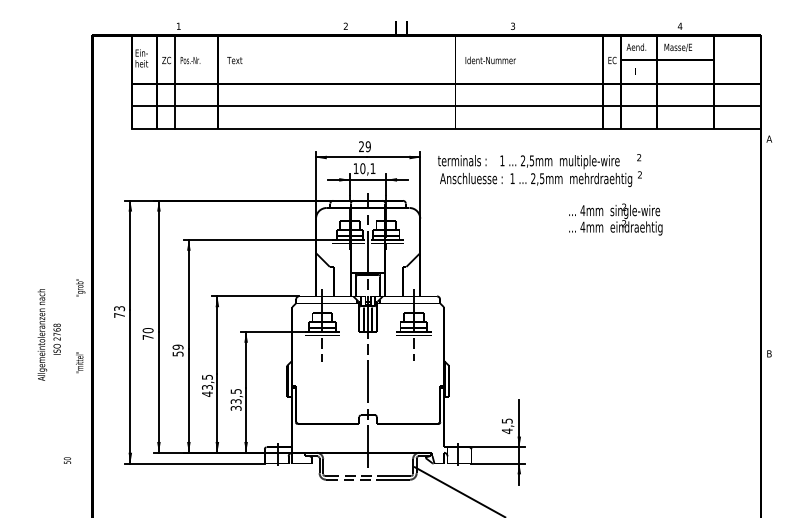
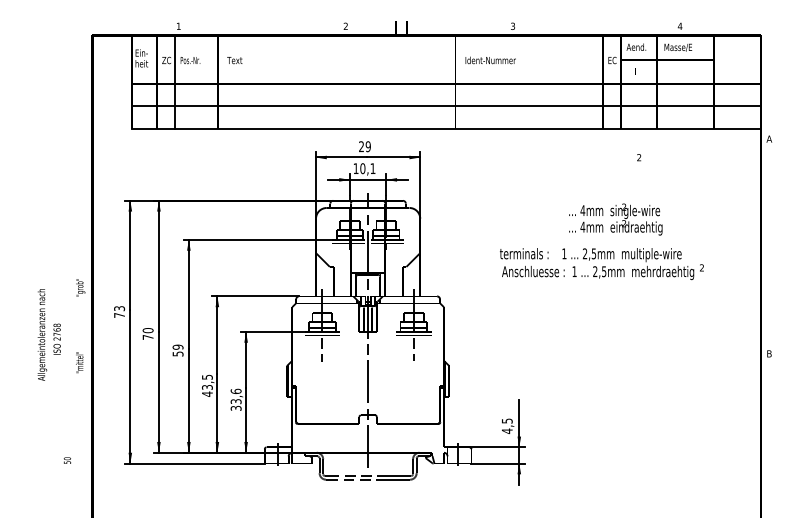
text at (539, 171) position: (539, 171) -> (601, 264)
text at (235, 390): 33,5 -> 33,6
line at (457, 490): present -> none
